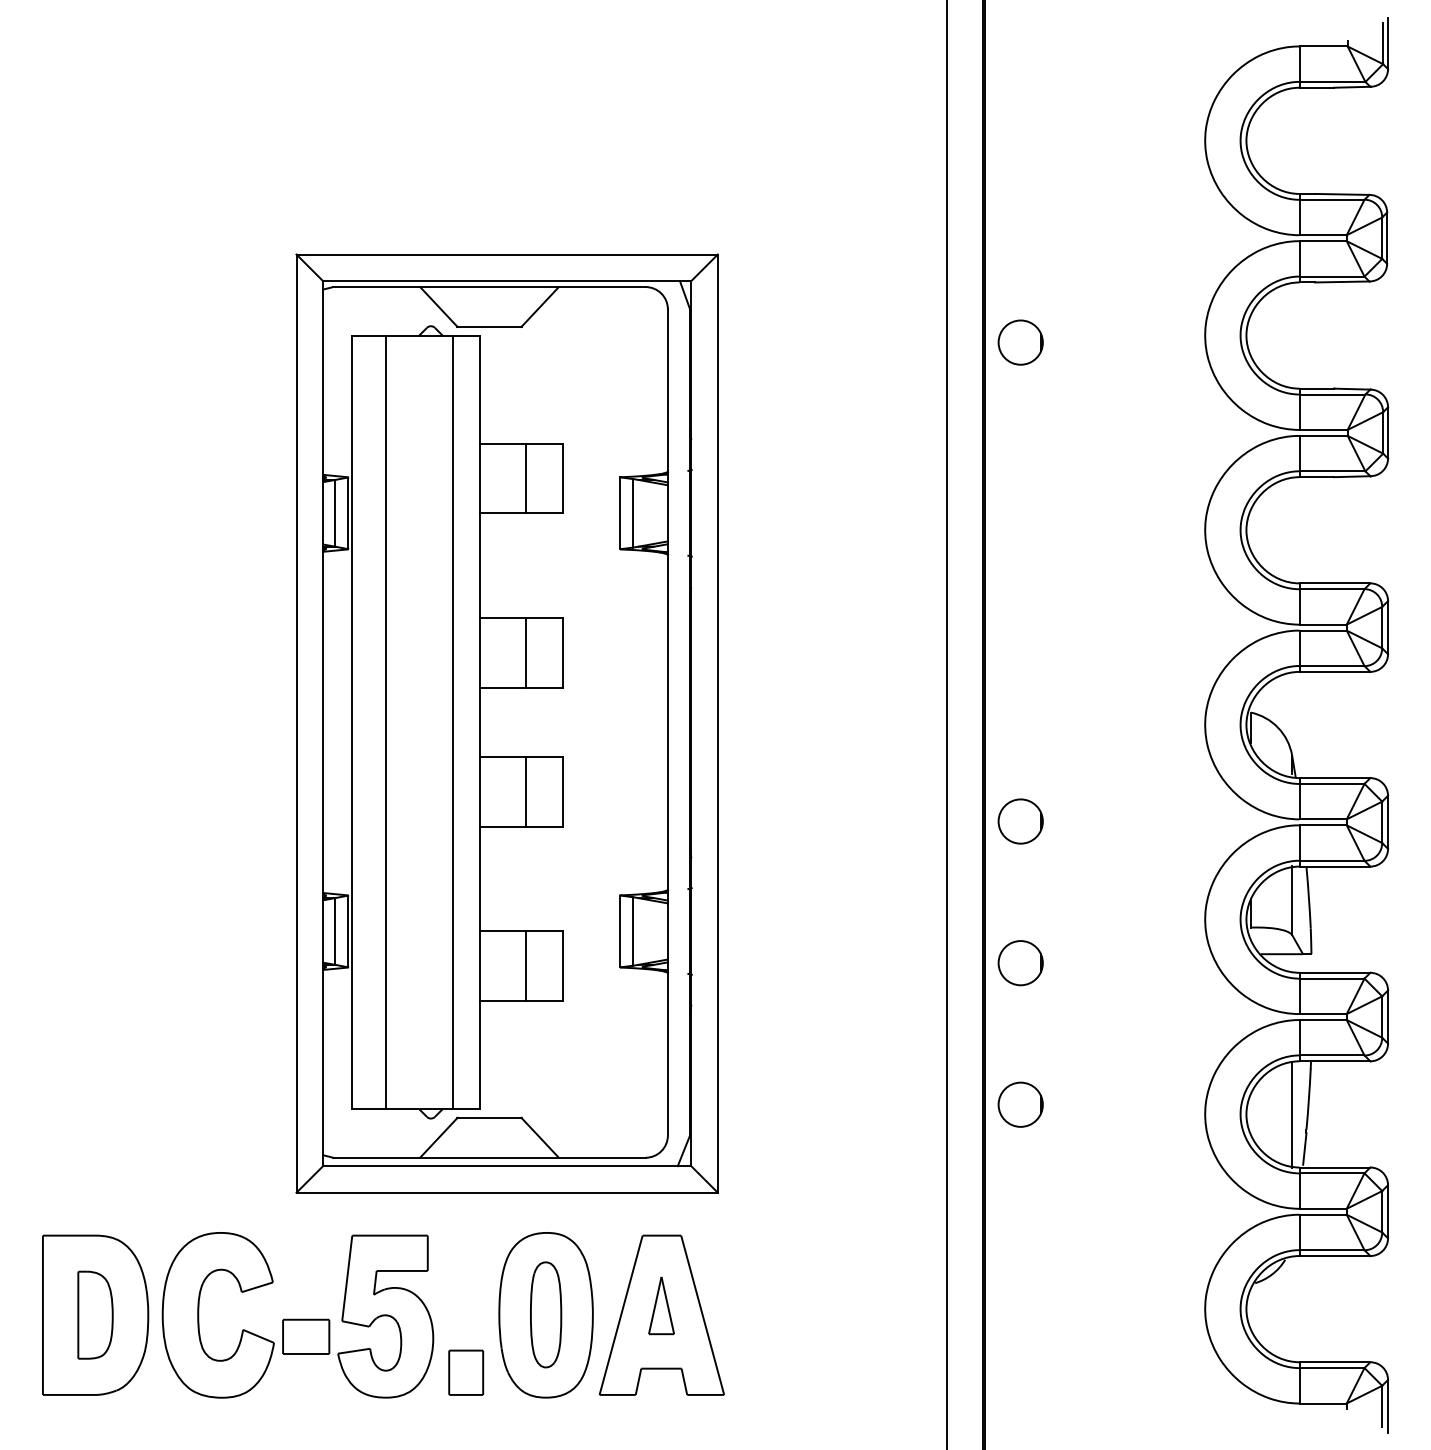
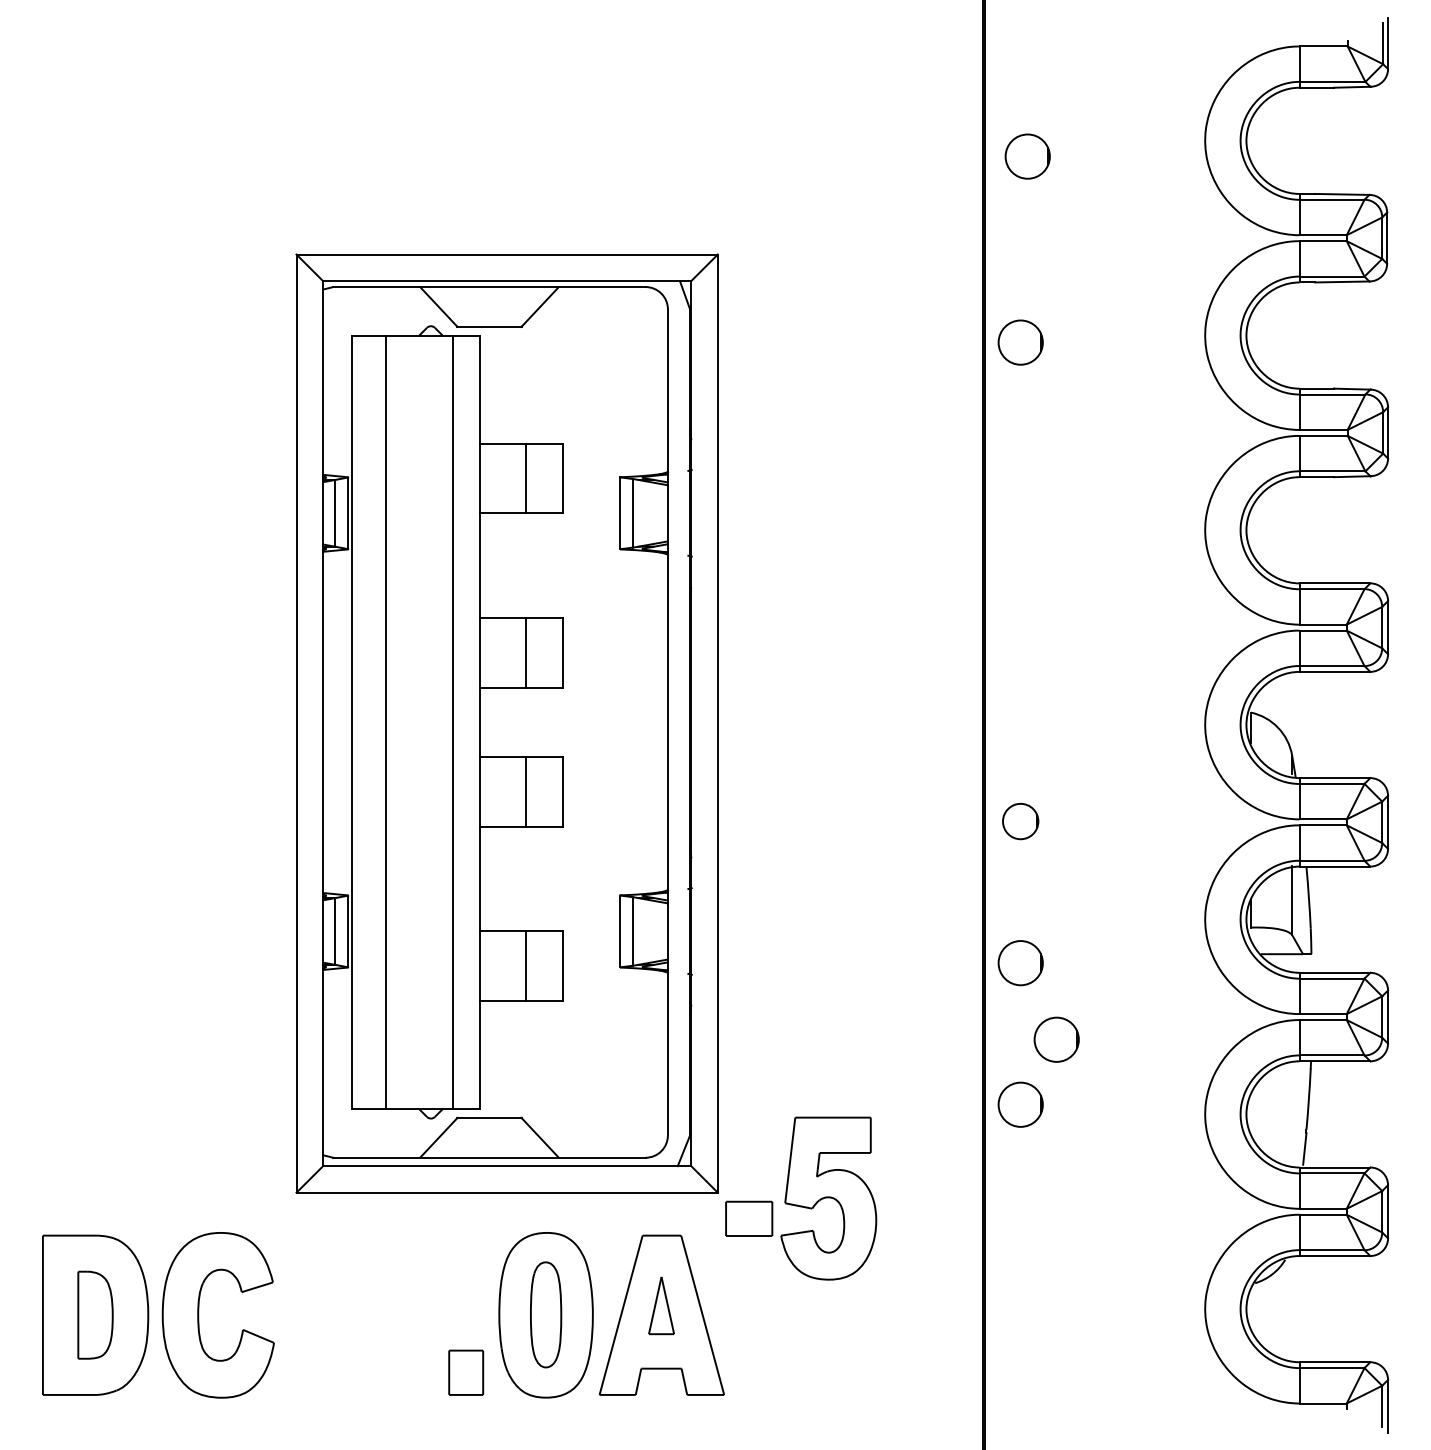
circle at (1027, 156): none -> present
line at (947, 724): present -> none
circle at (1020, 821) size: 47x47 px -> 38x38 px
circle at (1056, 1039): none -> present
line at (1292, 1114): present -> none
part at (358, 1316) position: (358, 1316) -> (801, 1198)
